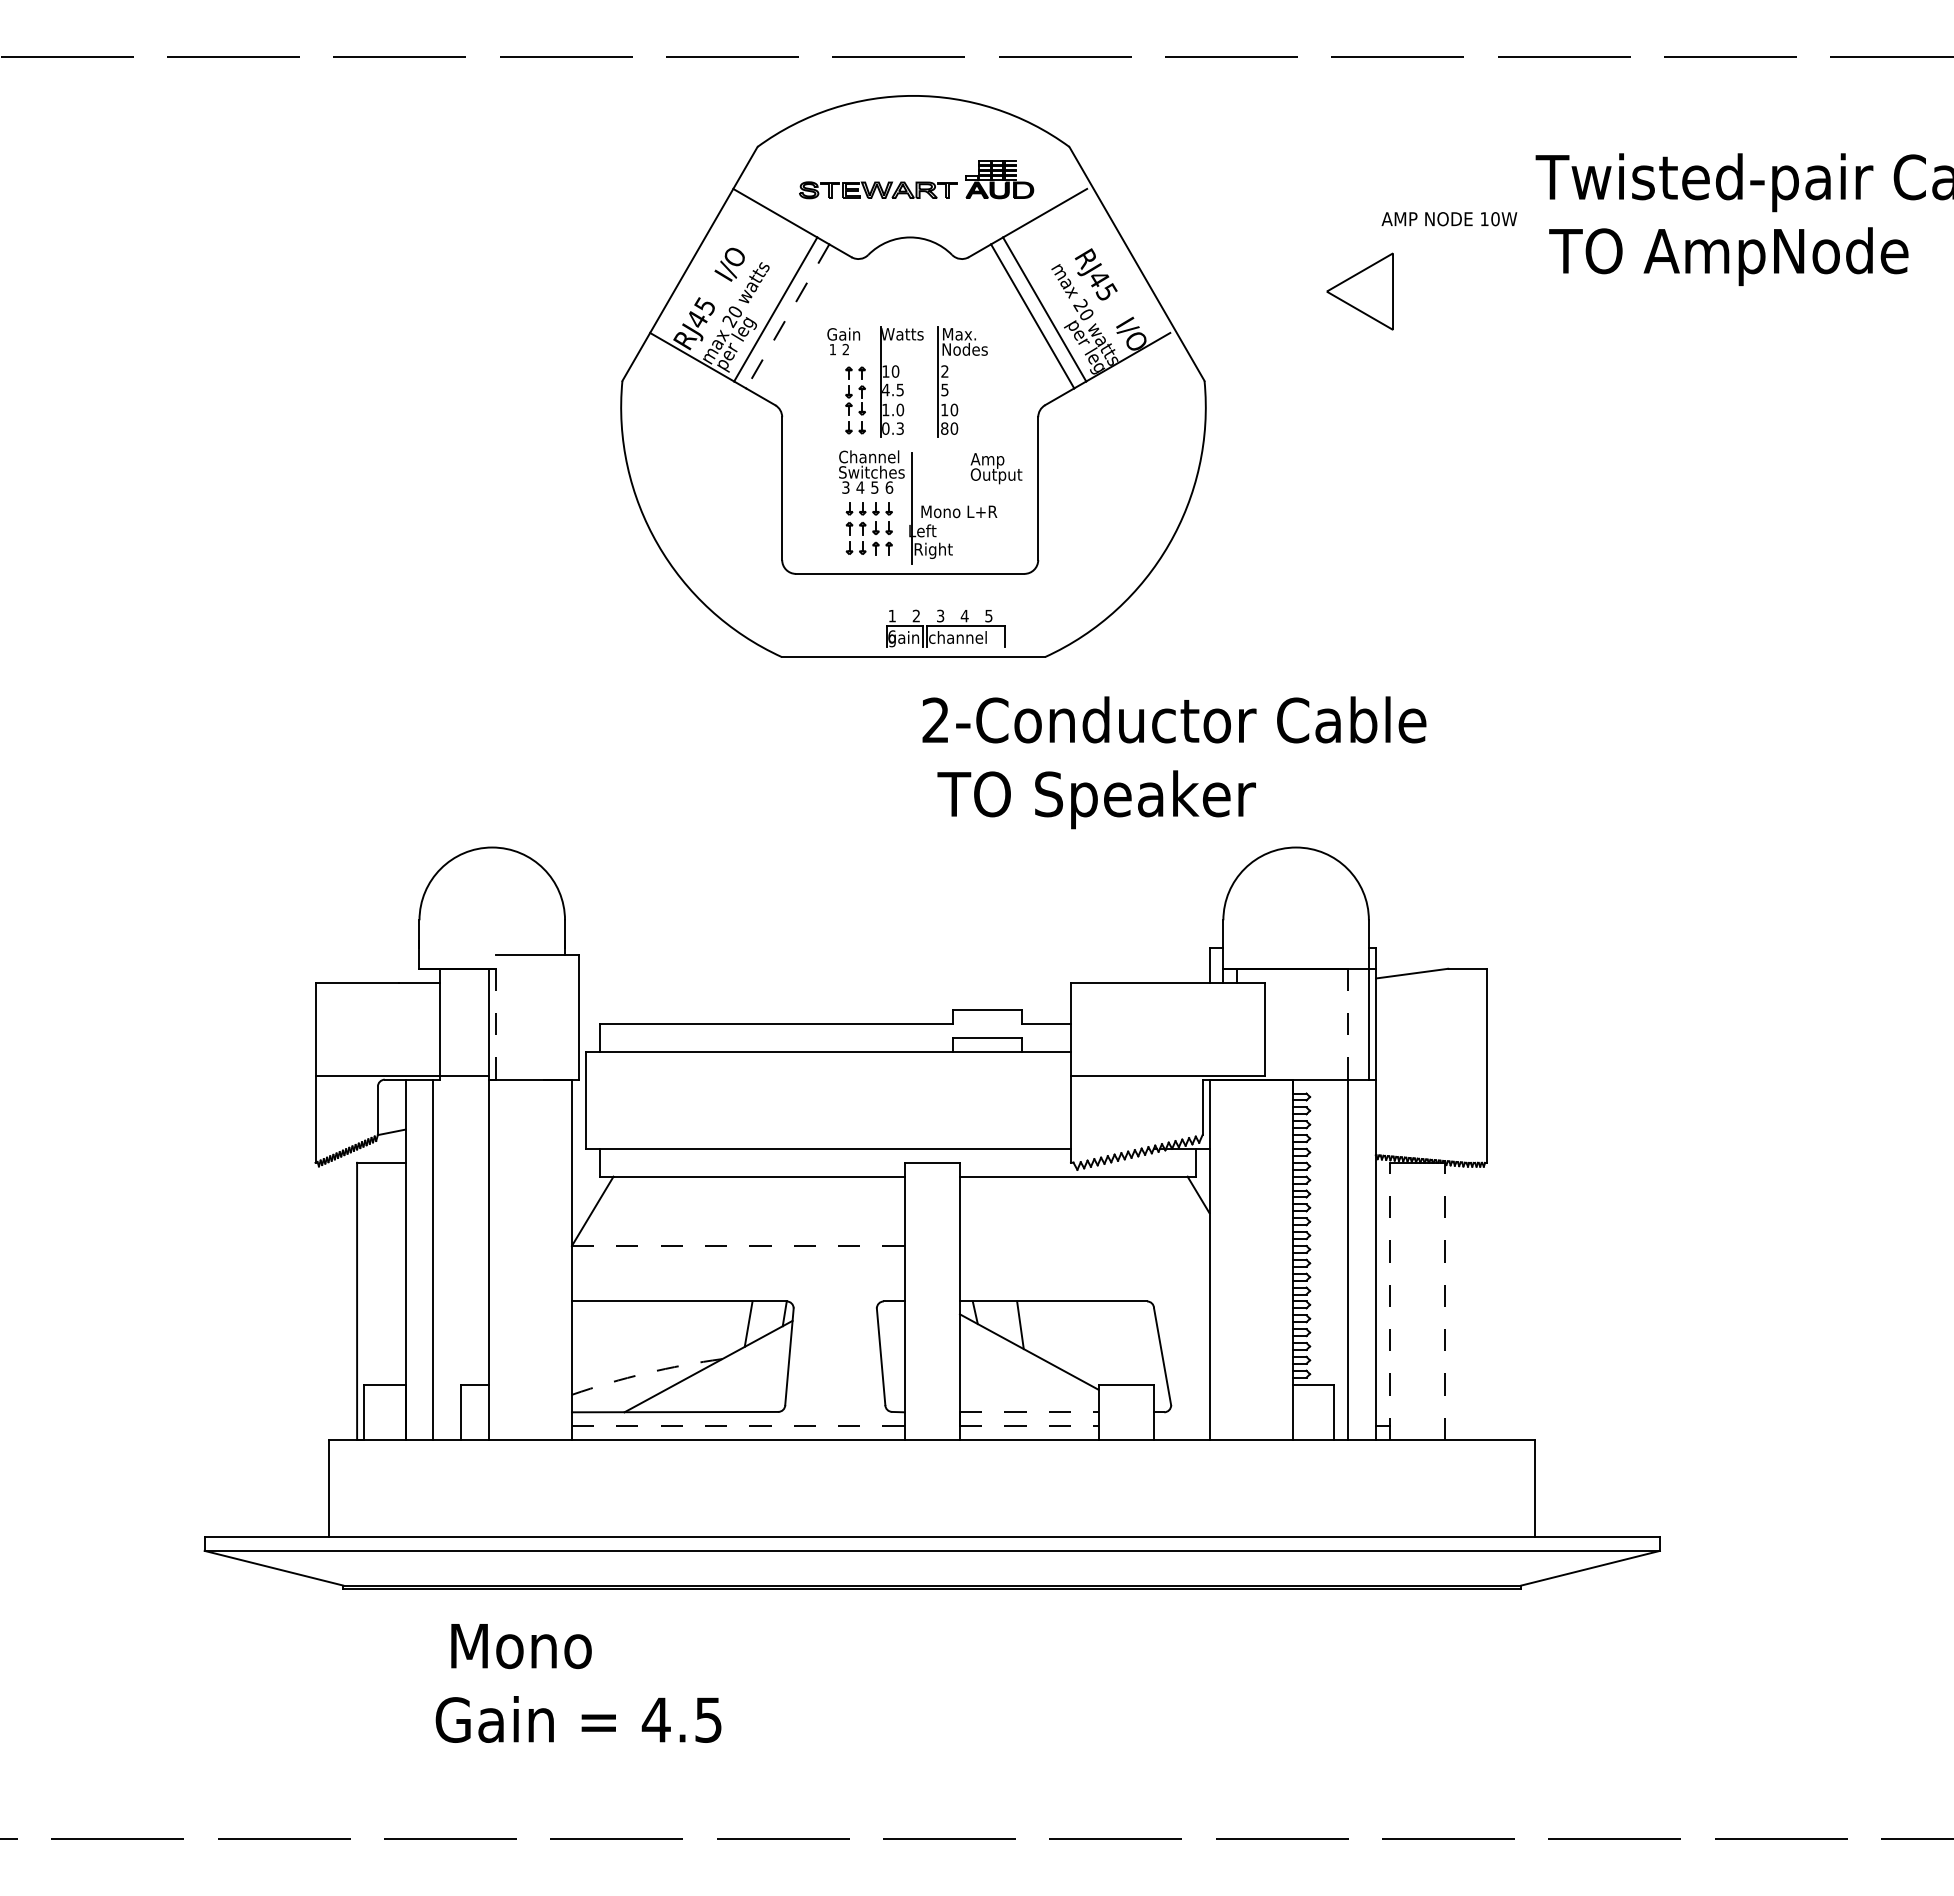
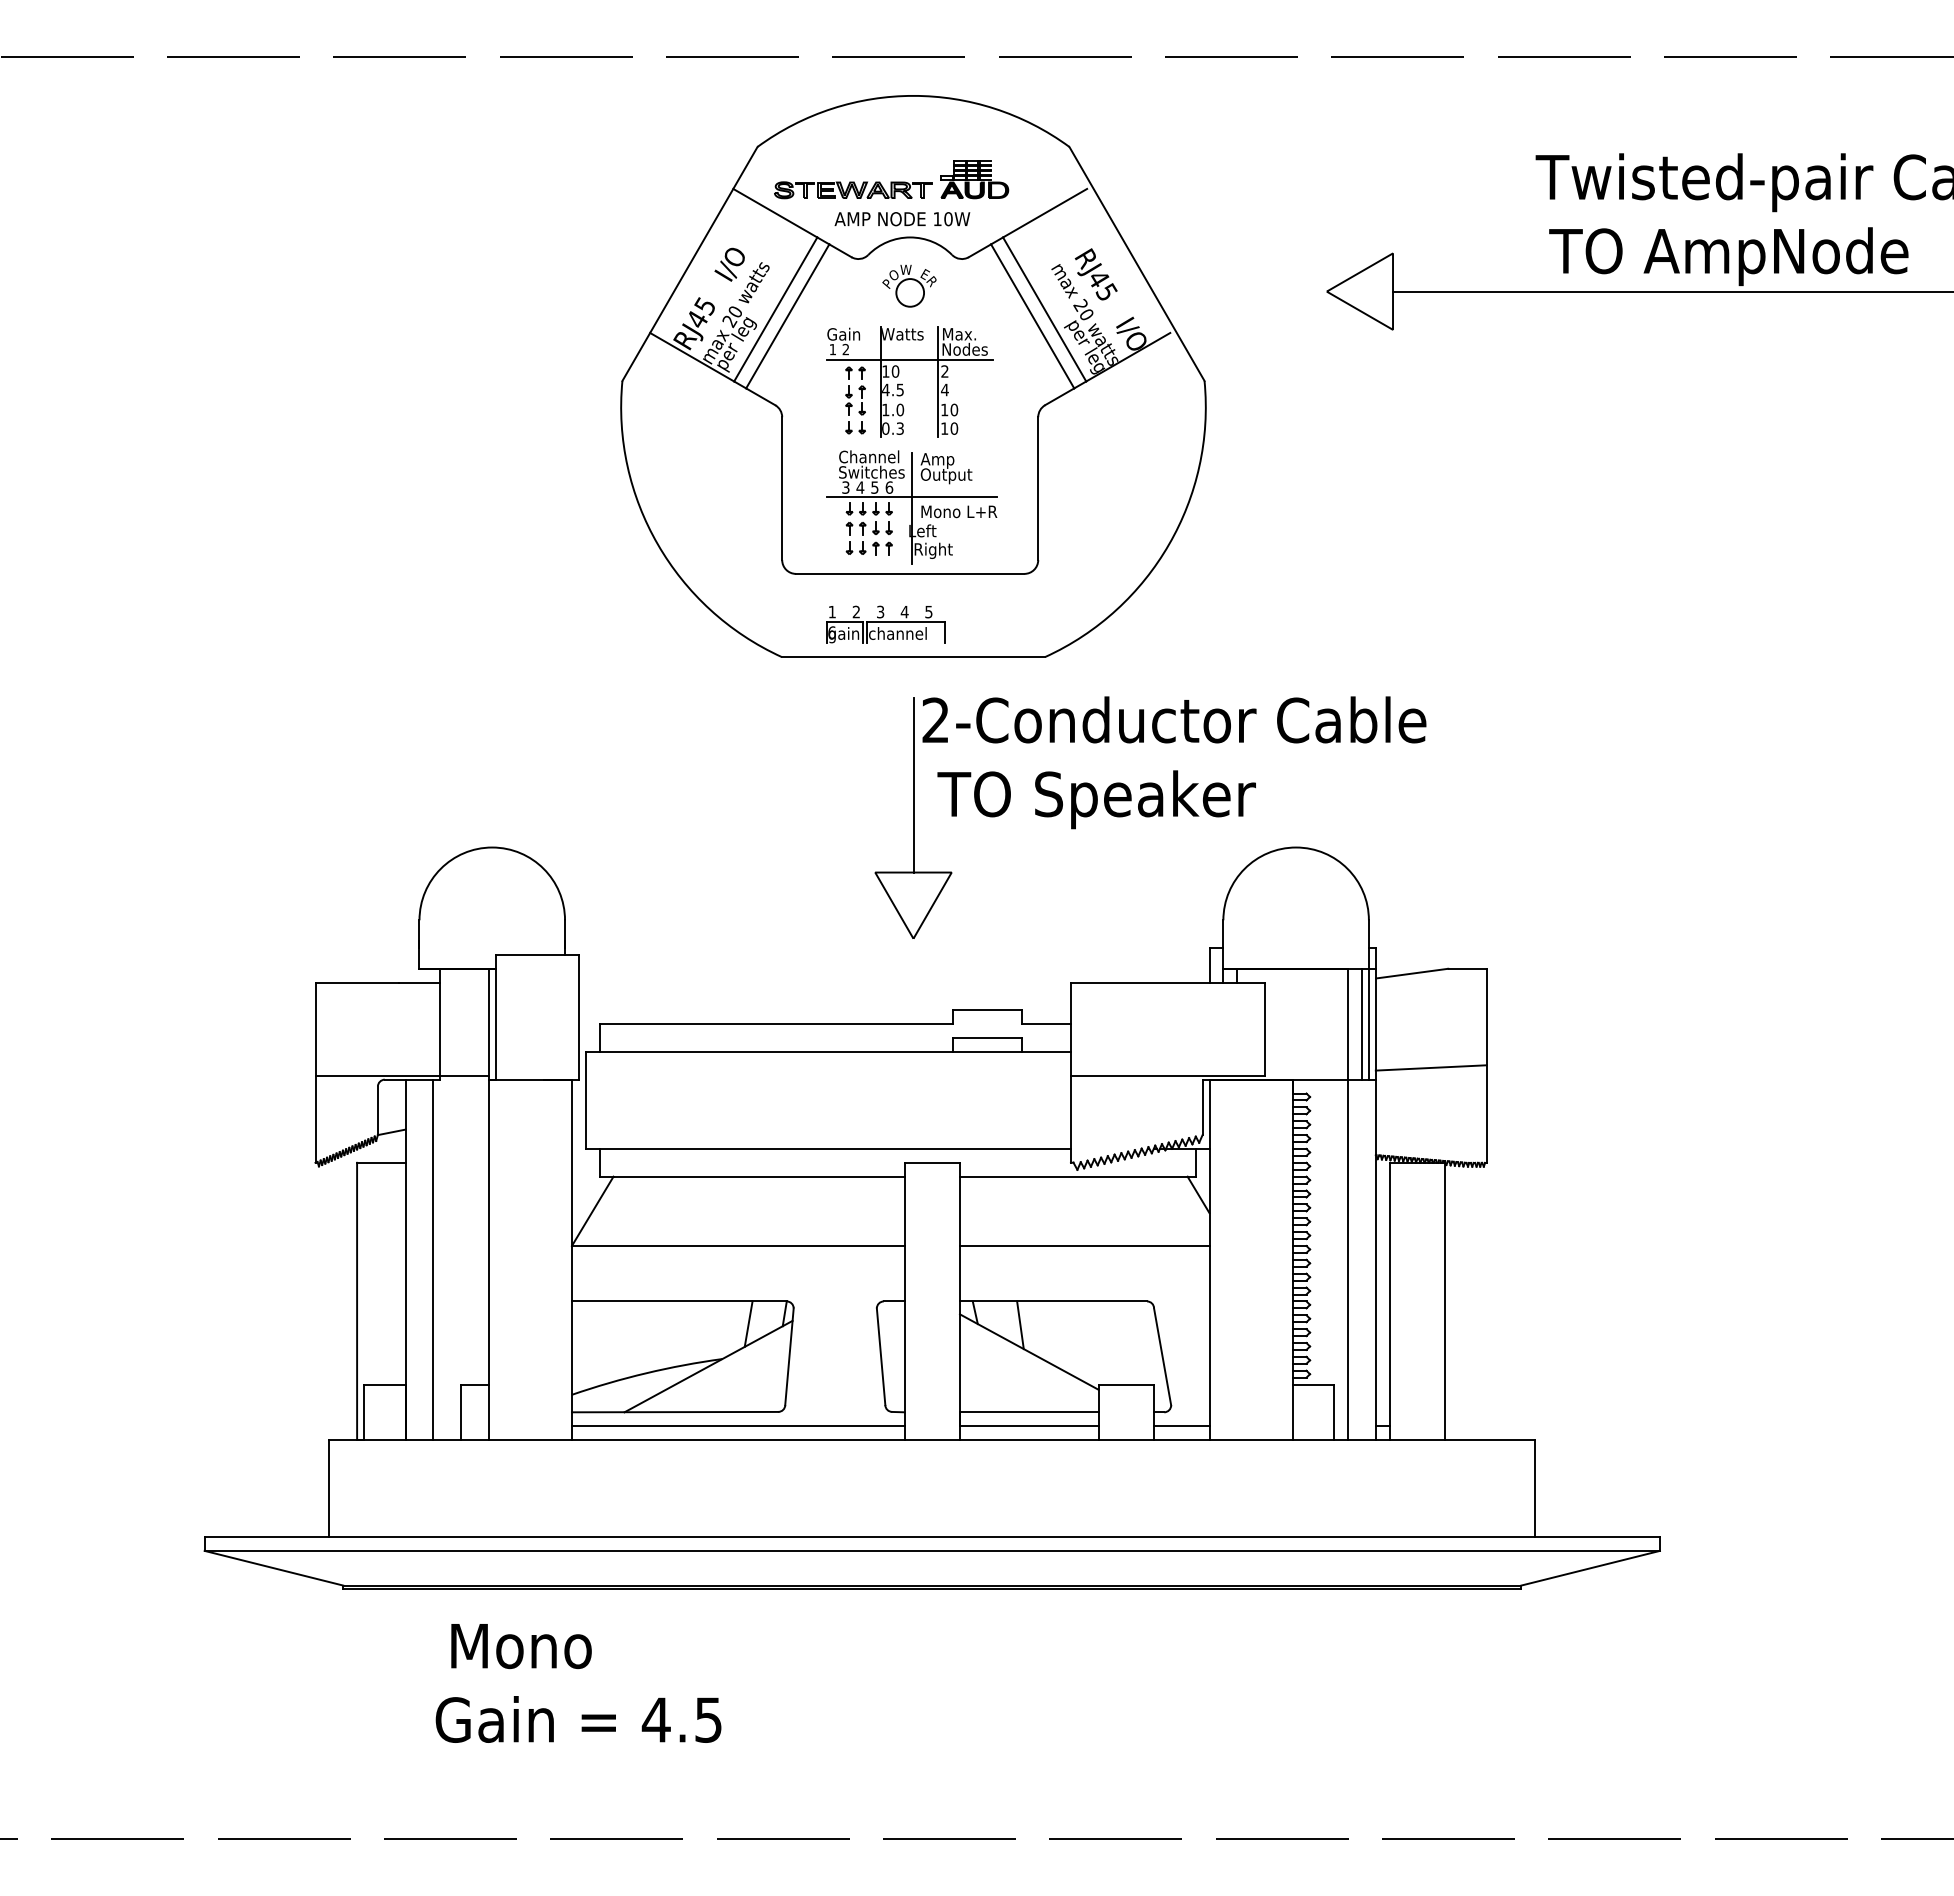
part at (916, 179) position: (916, 179) -> (891, 179)
text at (1449, 219) position: (1449, 219) -> (902, 219)
part at (909, 285): none -> present
line at (1671, 291): none -> present
line at (787, 316): dashed -> solid
line at (909, 359): none -> present
text at (944, 389): 5 -> 4
text at (944, 428): 80 -> 10
text at (996, 468) position: (996, 468) -> (946, 468)
line at (911, 497): none -> present
part at (945, 628) position: (945, 628) -> (885, 624)
part at (913, 817): none -> present
line at (495, 1016): dashed -> solid
line at (1348, 1023): dashed -> solid
line at (1361, 1023): none -> present
line at (1430, 1067): none -> present
line at (738, 1245): dashed -> solid
line at (1084, 1245): none -> present
line at (1389, 1301): dashed -> solid
line at (1445, 1301): dashed -> solid
arc at (646, 1373): dashed -> solid
line at (1029, 1412): dashed -> solid
line at (738, 1426): dashed -> solid
line at (1029, 1426): dashed -> solid
line at (1181, 1426): none -> present
